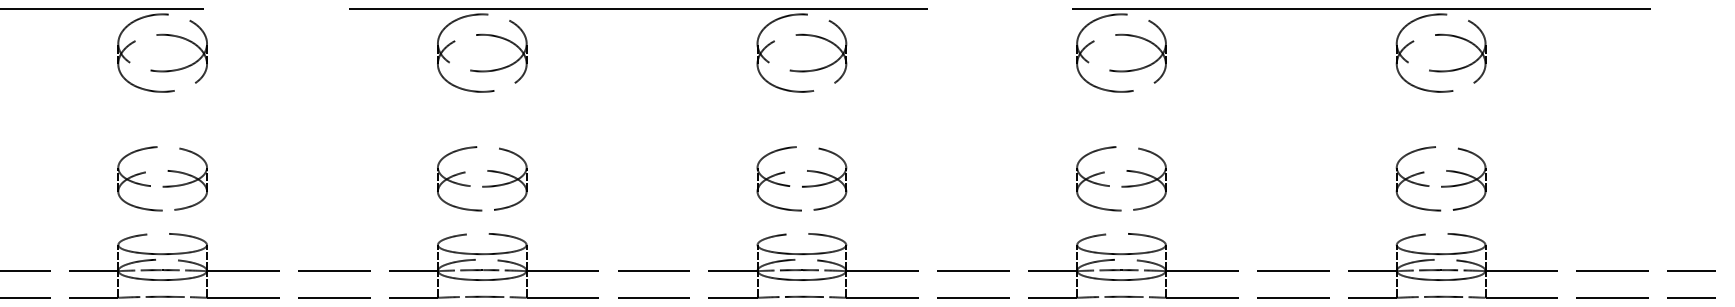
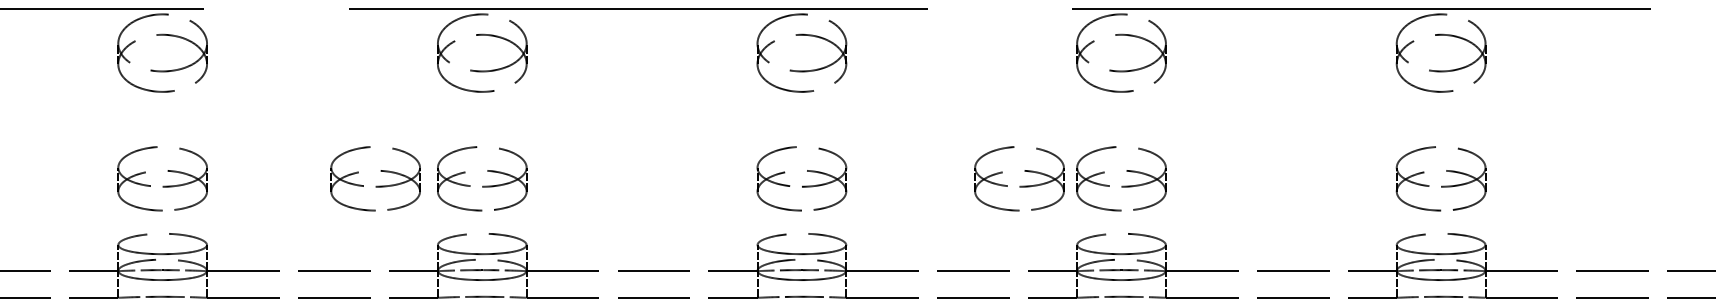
part at (376, 185): none -> present
part at (1020, 185): none -> present
